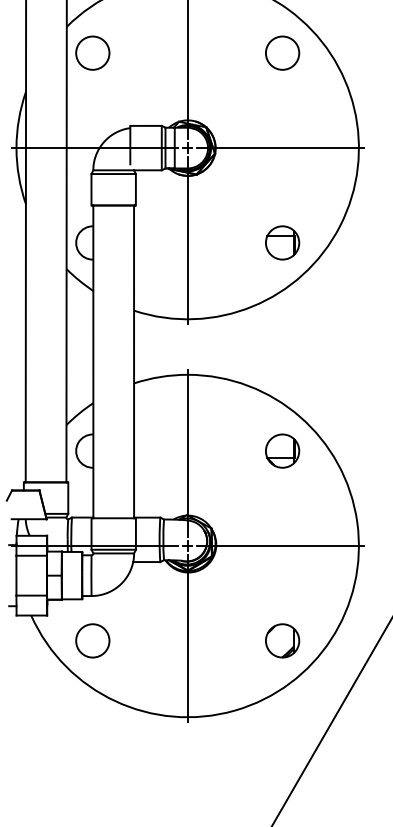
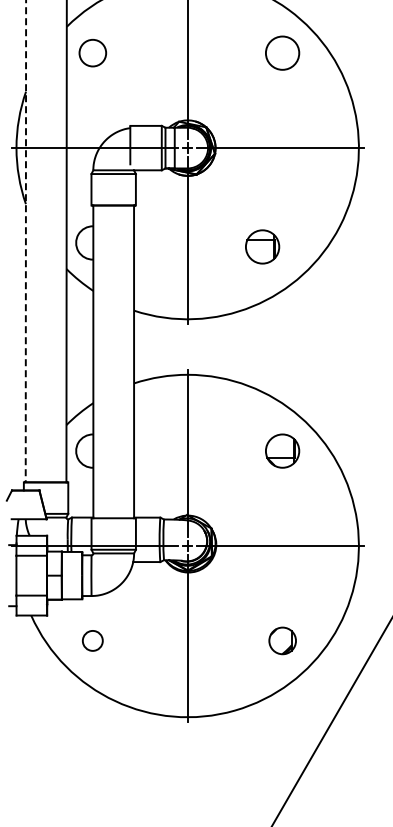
circle at (92, 52) size: 36x36 px -> 30x30 px
line at (25, 241): solid -> dashed
part at (282, 242) position: (282, 242) -> (262, 246)
circle at (92, 640) diameter: 33 px -> 20 px
part at (282, 640) size: 36x36 px -> 29x30 px
